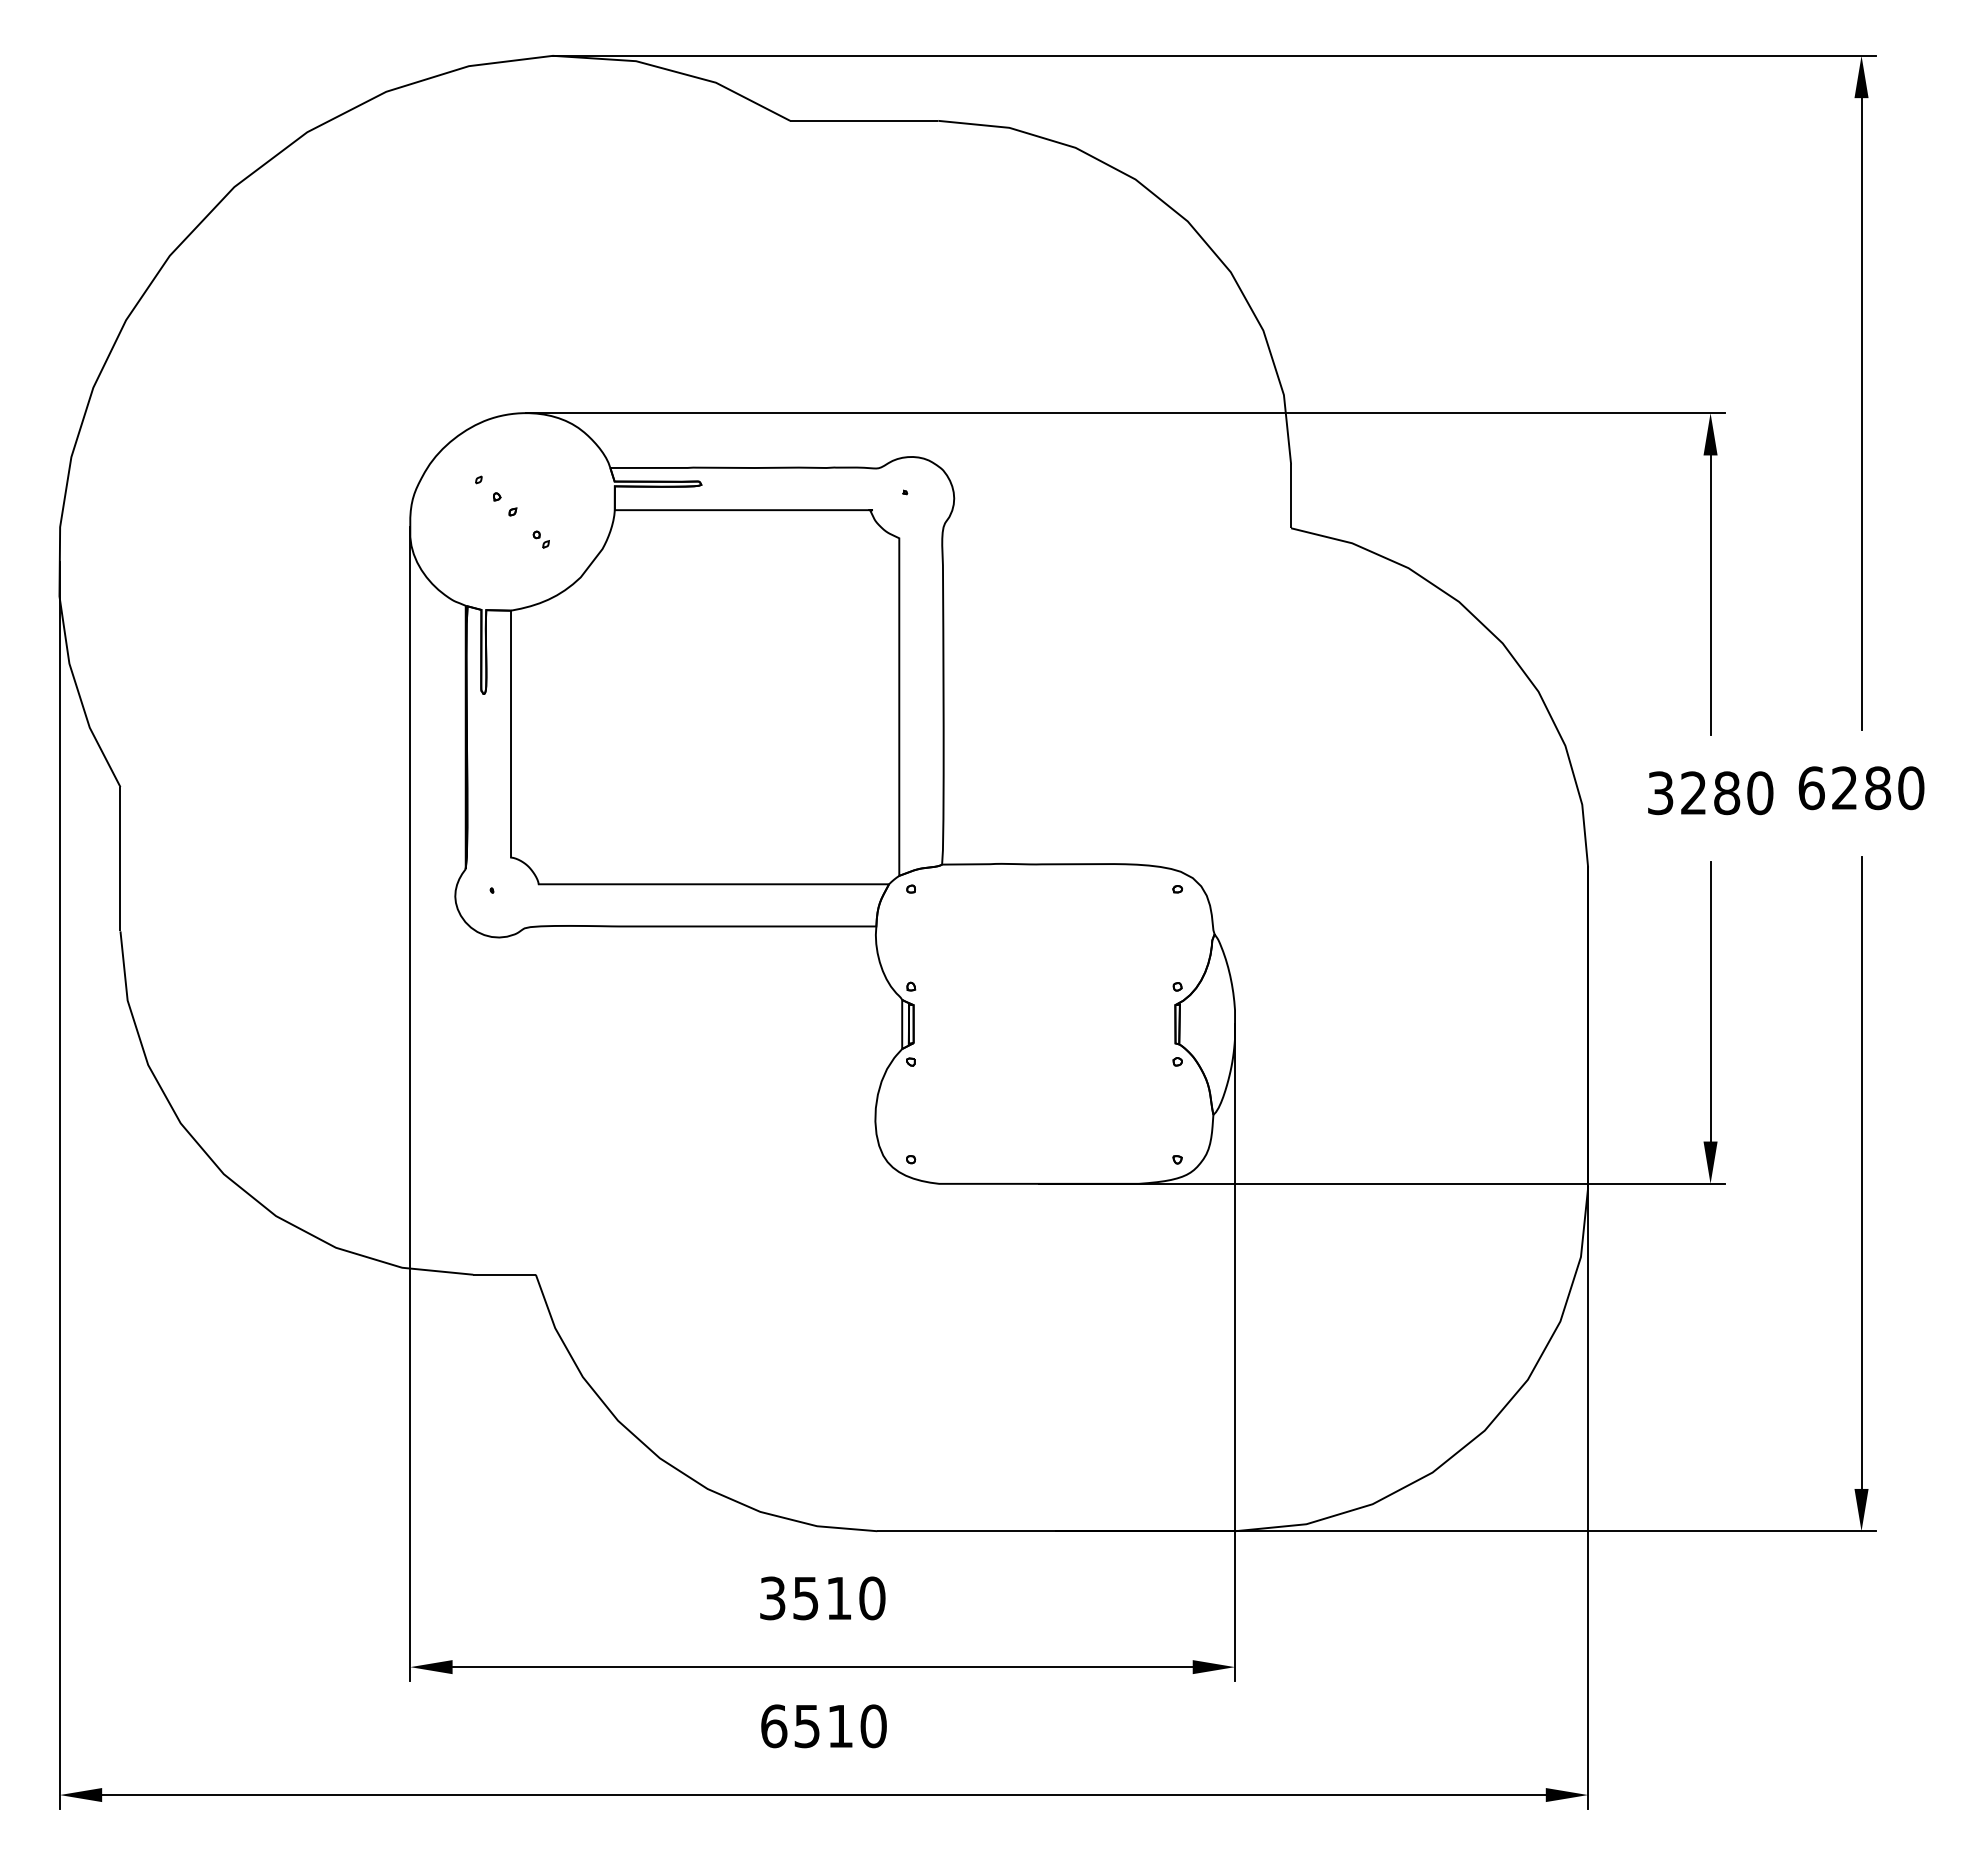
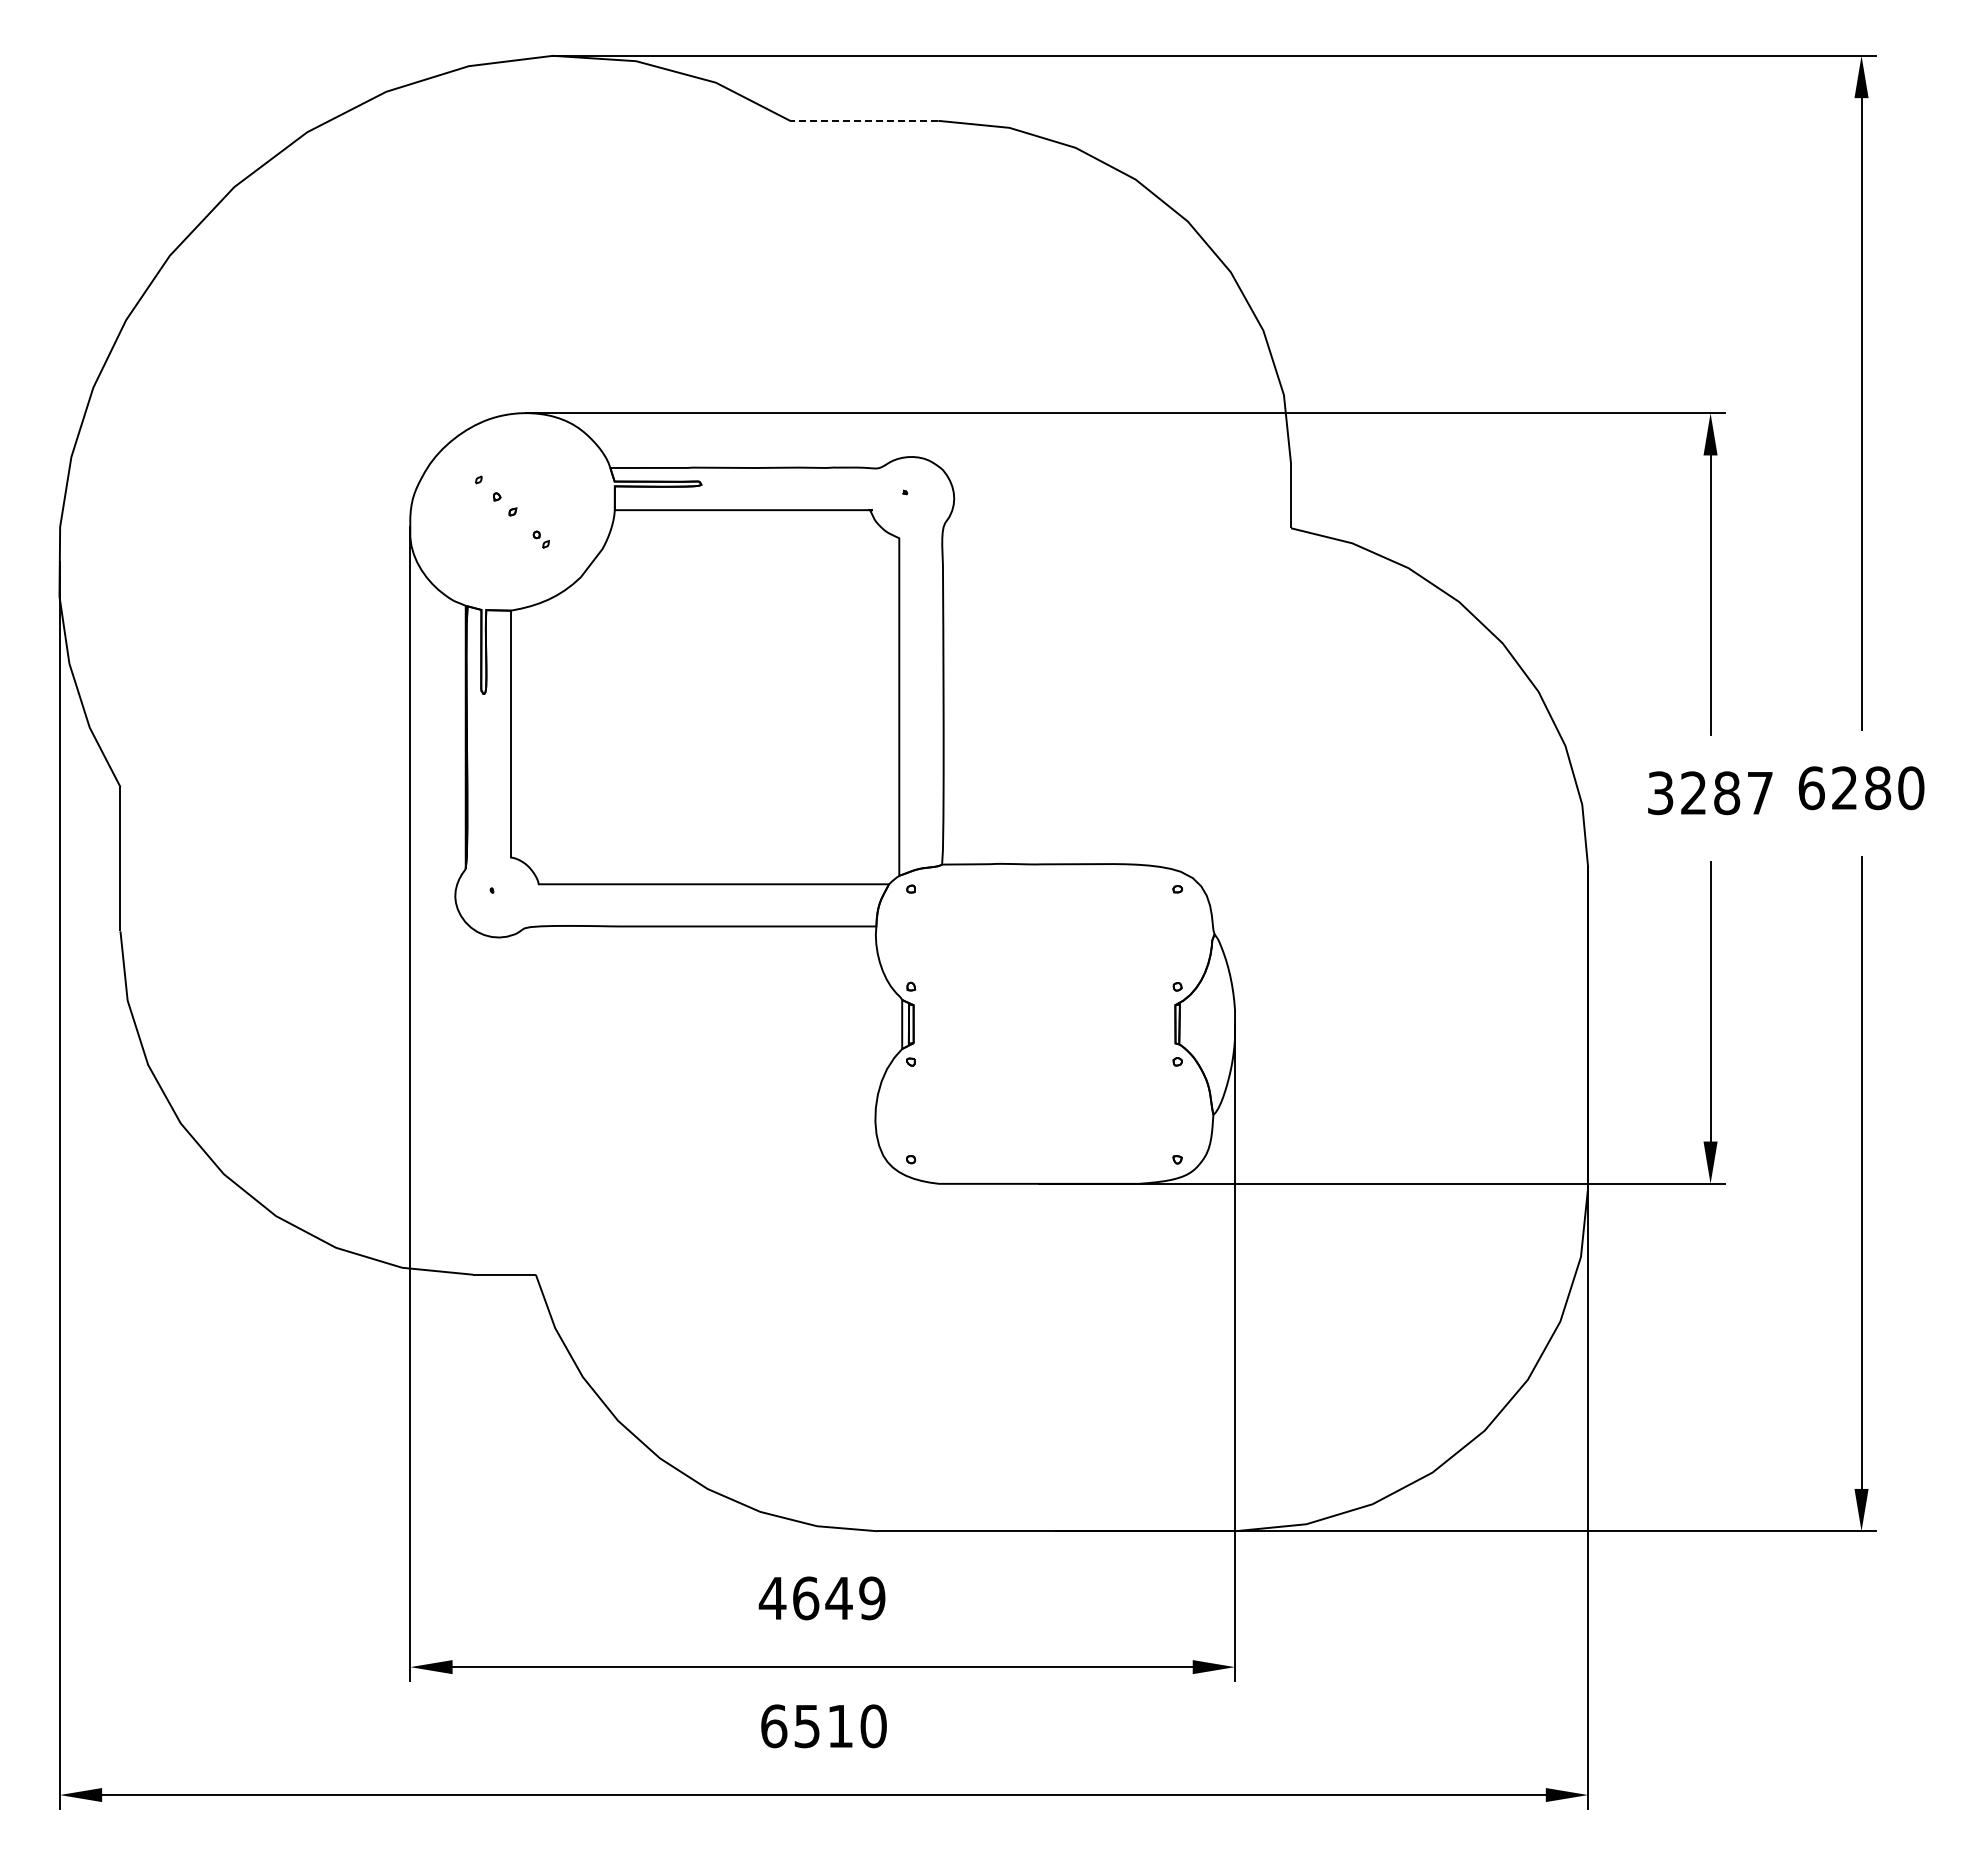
line at (863, 120): solid -> dashed
text at (1760, 793): 3280 -> 3287
text at (821, 1598): 3510 -> 4649
